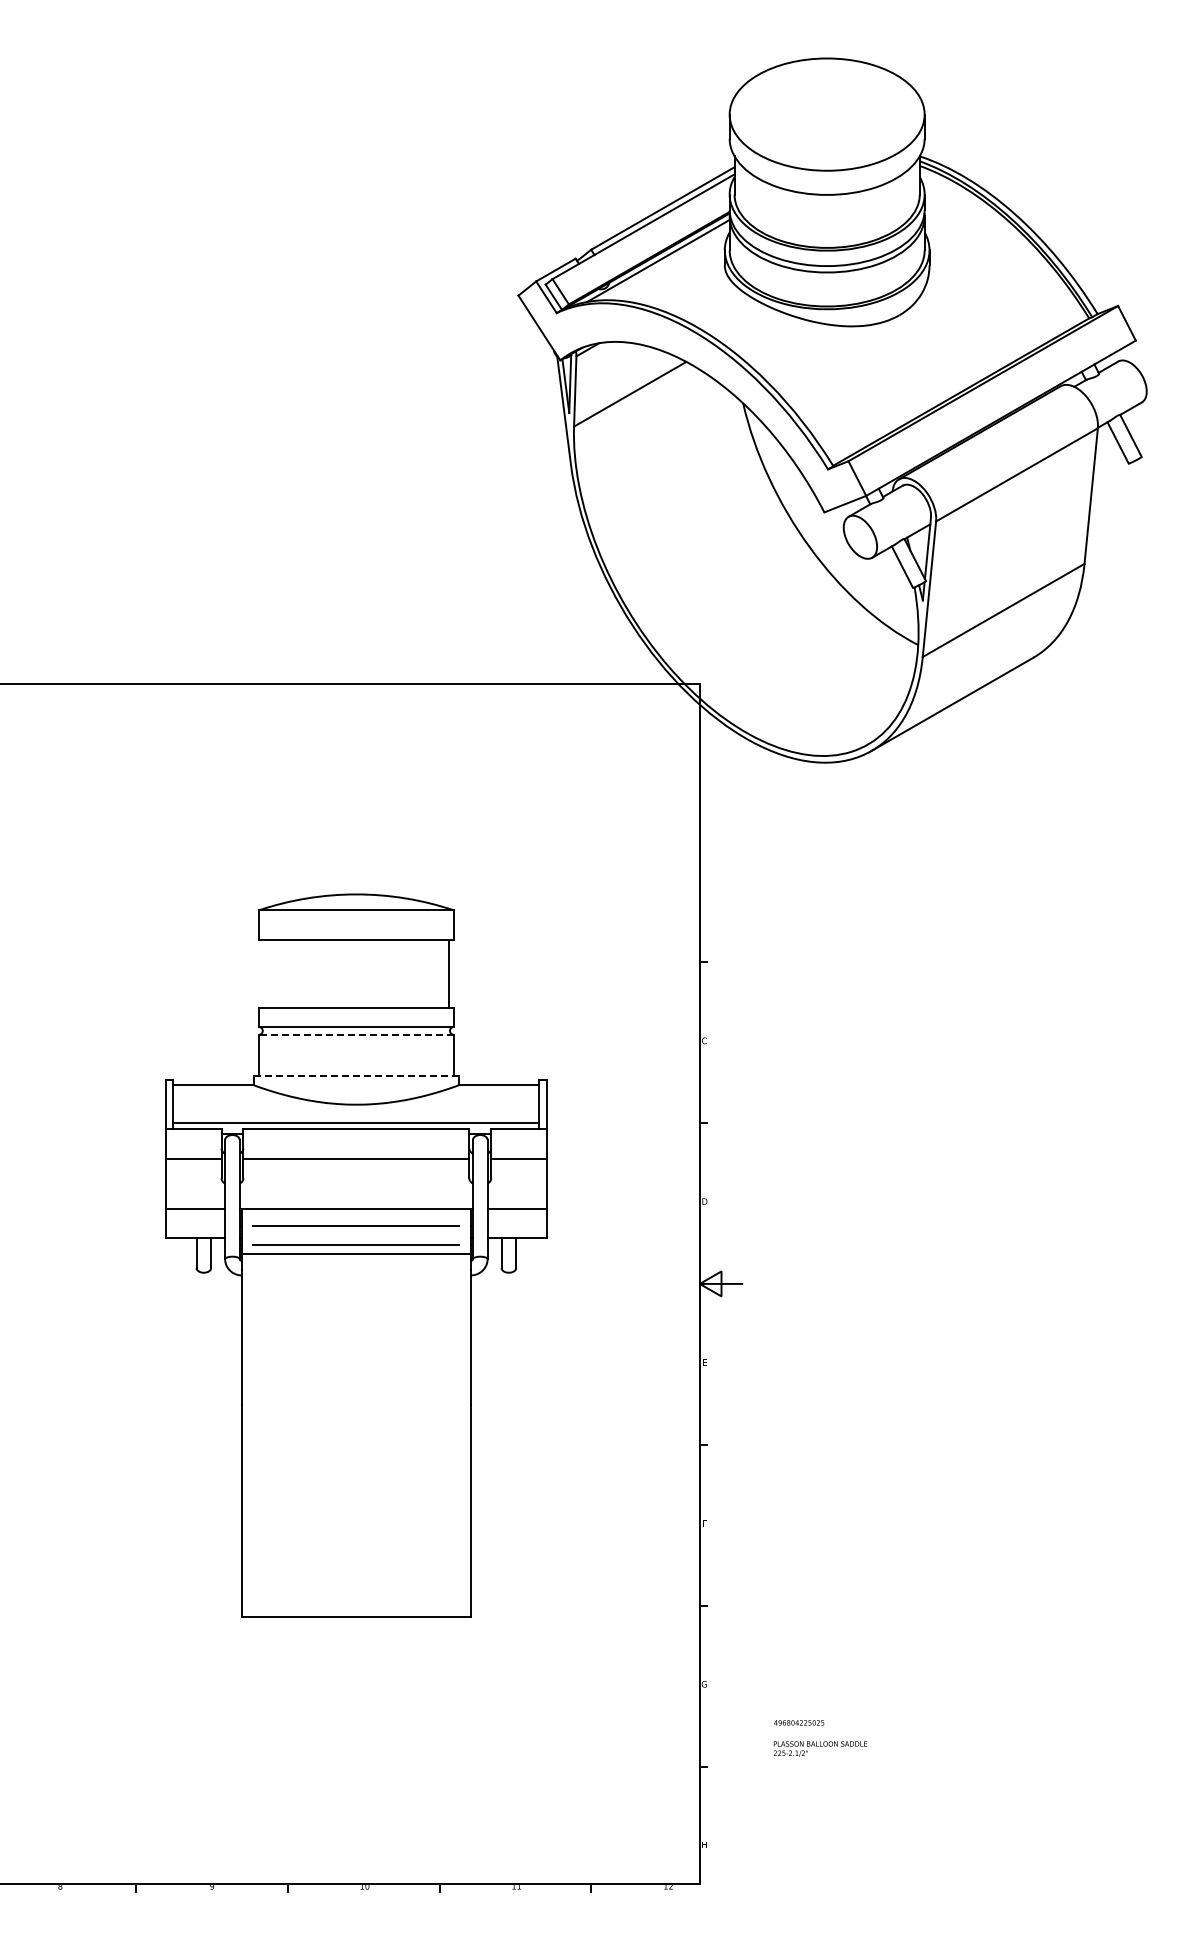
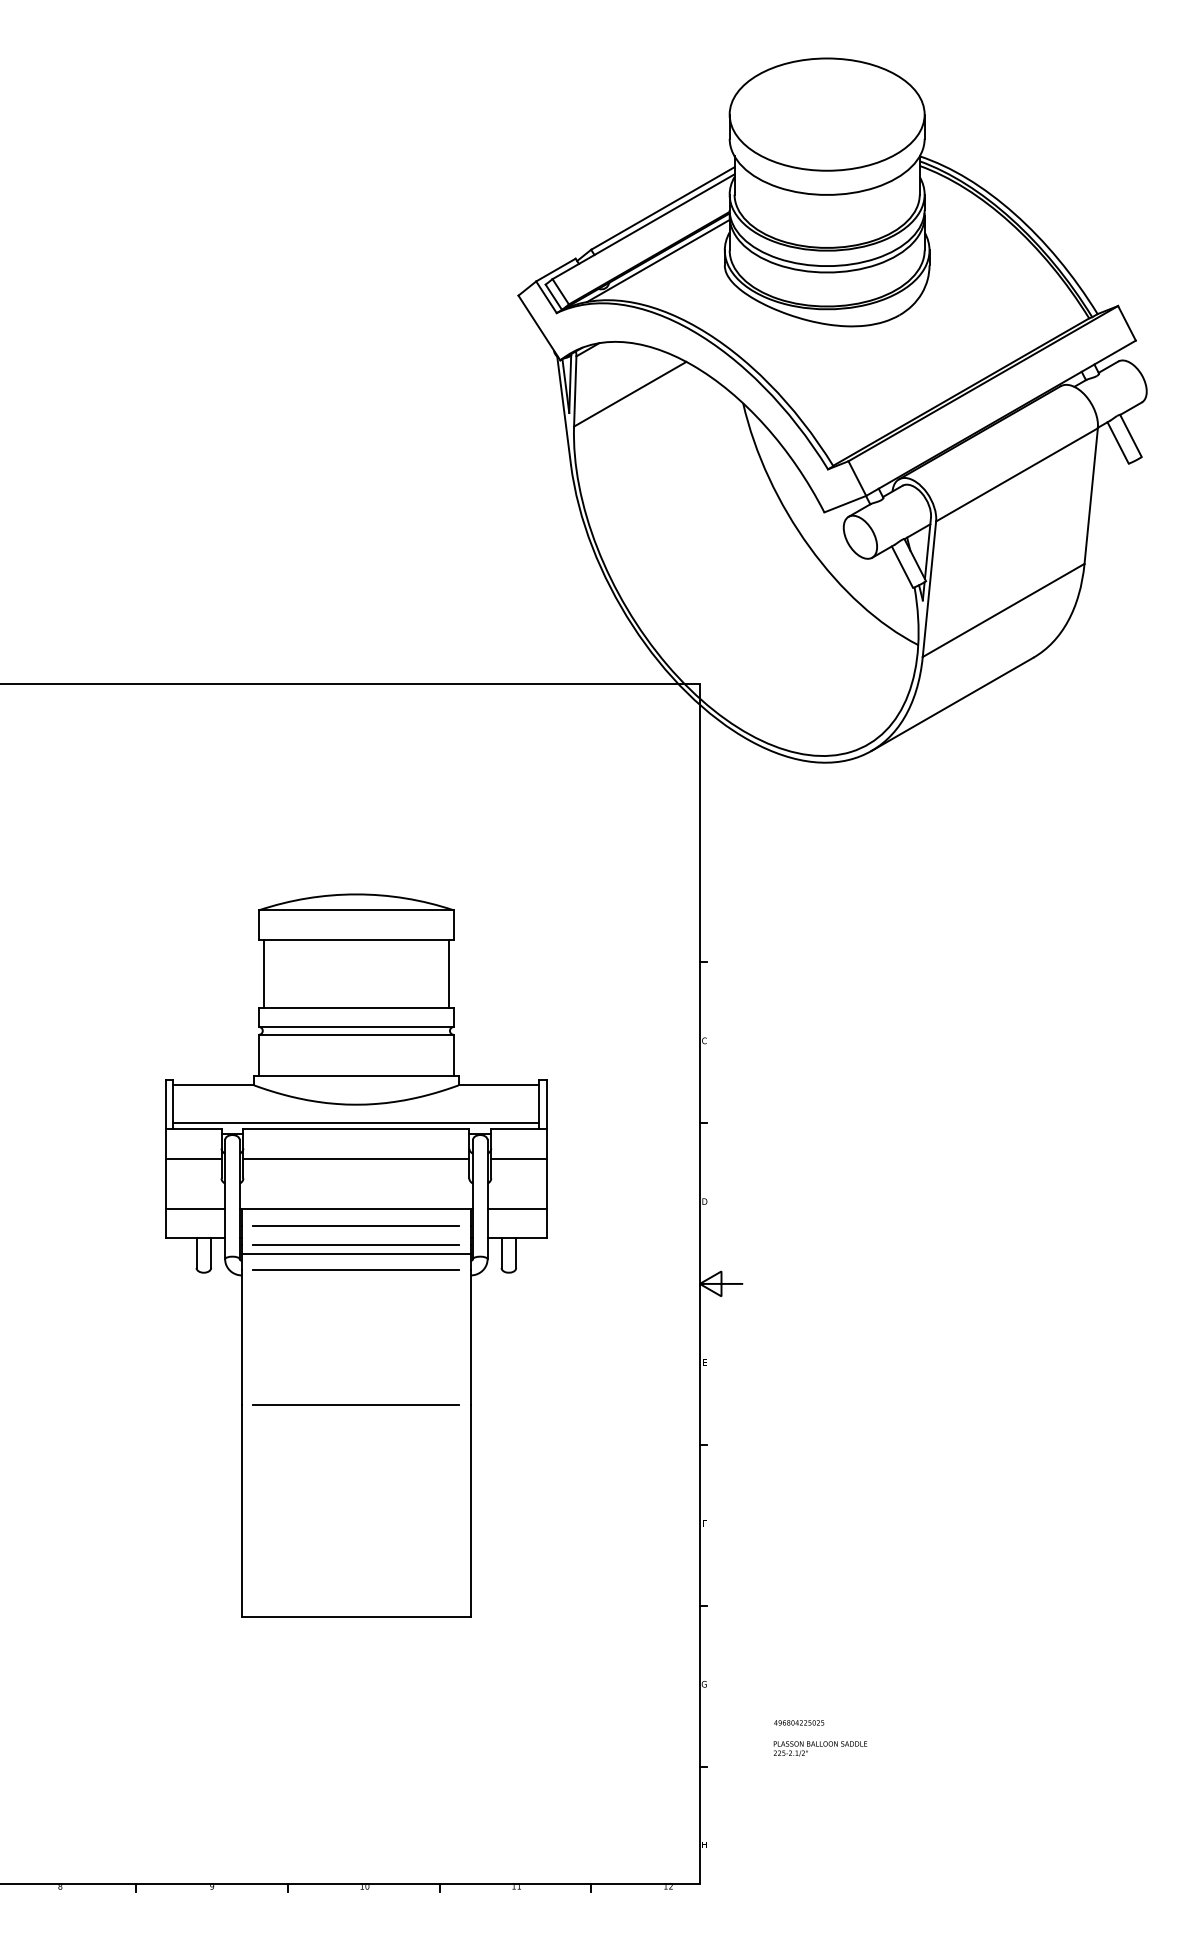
line at (263, 973): none -> present
line at (355, 1034): dashed -> solid
line at (355, 1076): dashed -> solid
line at (356, 1270): none -> present
line at (355, 1404): none -> present
